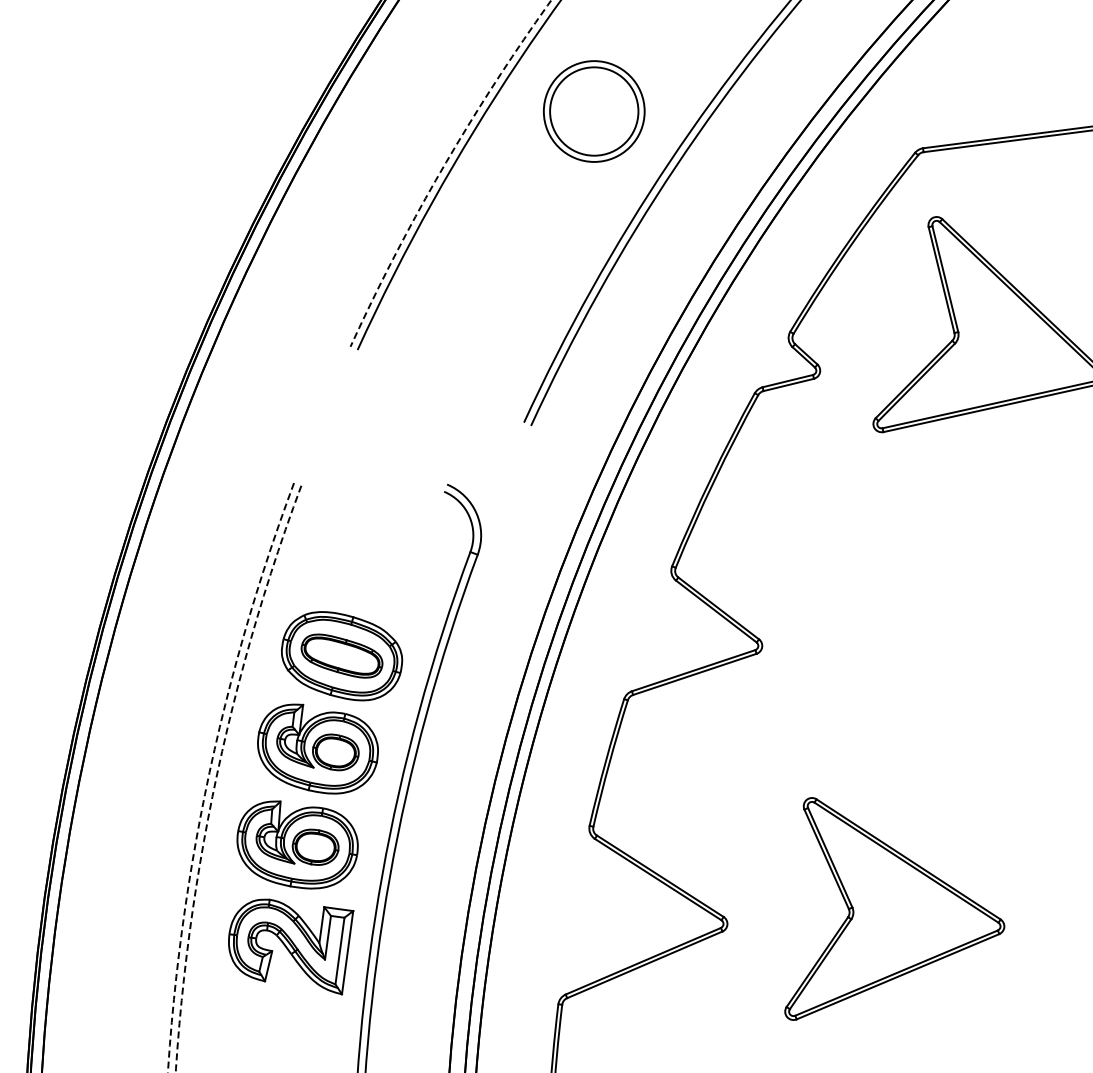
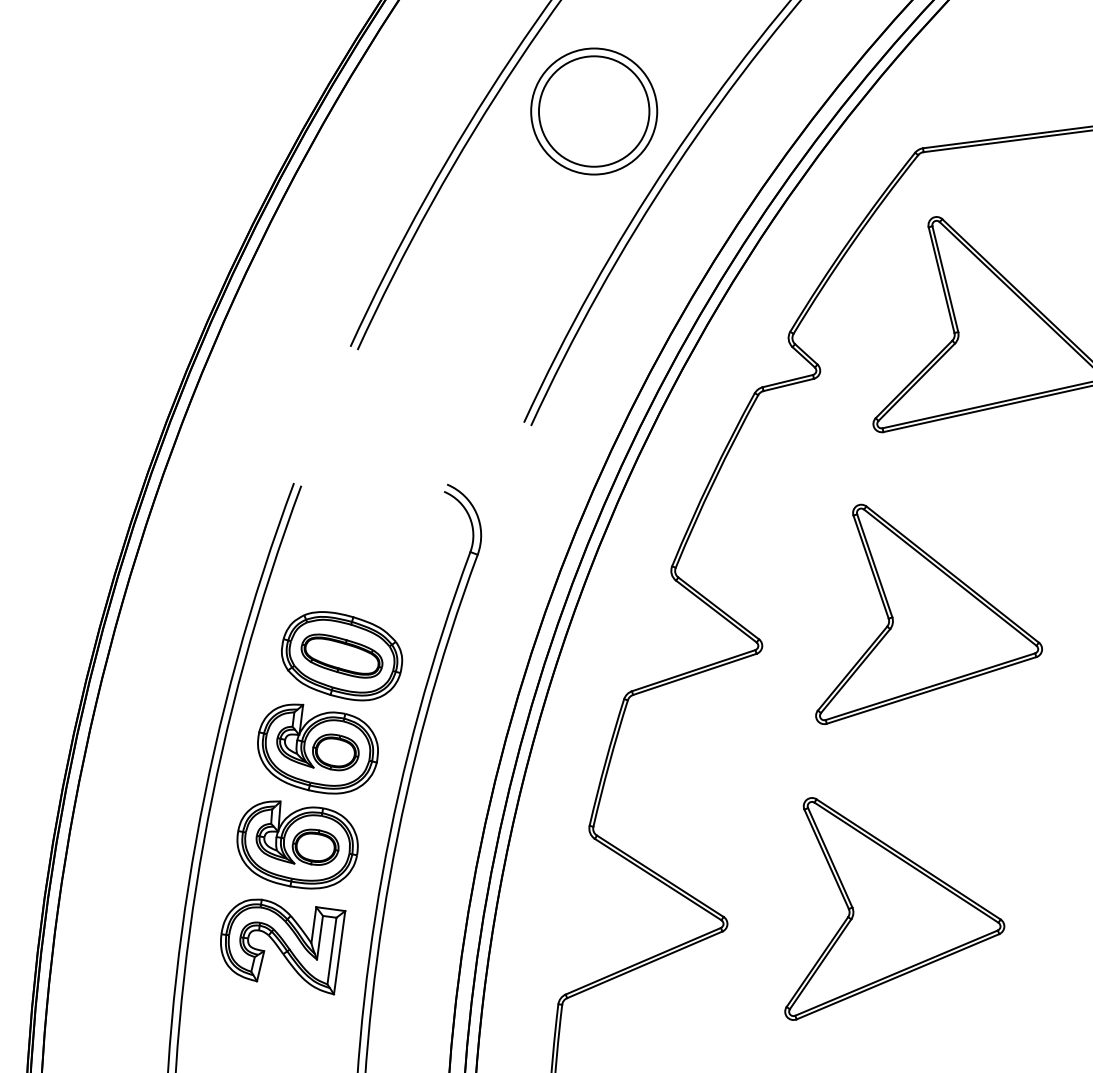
part at (594, 111) size: 103x103 px -> 129x129 px
arc at (442, 168): dashed -> solid
part at (929, 613): none -> present
arc at (209, 773): dashed -> solid
arc at (217, 773): dashed -> solid
part at (291, 946) position: (291, 946) -> (283, 946)
